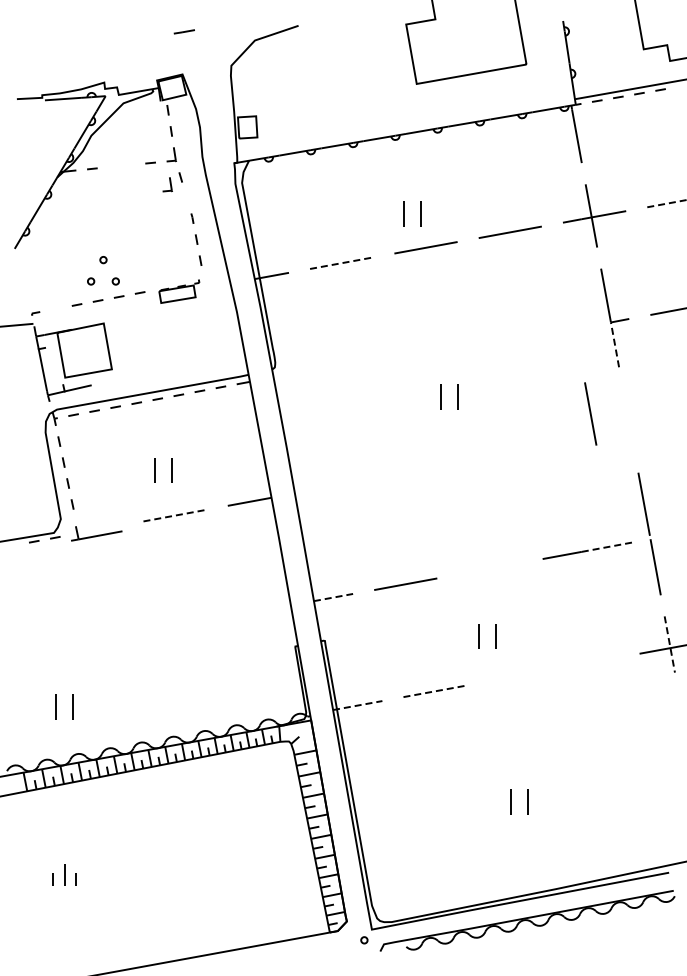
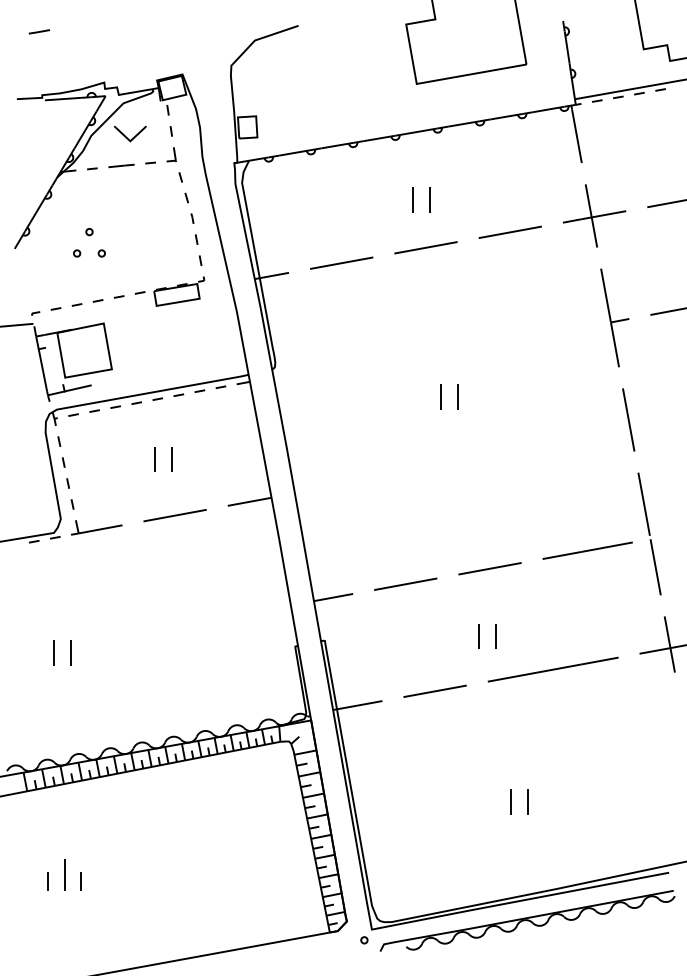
line at (183, 31) position: (183, 31) -> (38, 31)
part at (130, 133): none -> present
line at (121, 165): none -> present
part at (167, 184): present -> none
line at (186, 197): none -> present
line at (666, 203): dashed -> solid
part at (404, 213) position: (404, 213) -> (413, 199)
line at (342, 263): dashed -> solid
part at (103, 270) position: (103, 270) -> (89, 242)
part at (179, 291) size: 43x25 px -> 53x31 px
line at (55, 308): none -> present
line at (615, 344): dashed -> solid
line at (590, 413) position: (590, 413) -> (628, 419)
part at (155, 470) position: (155, 470) -> (155, 459)
line at (175, 515): dashed -> solid
part at (96, 533) position: (96, 533) -> (96, 527)
line at (607, 547): dashed -> solid
line at (489, 568): none -> present
line at (333, 597): dashed -> solid
line at (669, 644): dashed -> solid
line at (552, 669): none -> present
line at (435, 691): dashed -> solid
line at (358, 705): dashed -> solid
part at (56, 706) position: (56, 706) -> (54, 652)
part at (64, 874) size: 25x22 px -> 35x32 px
